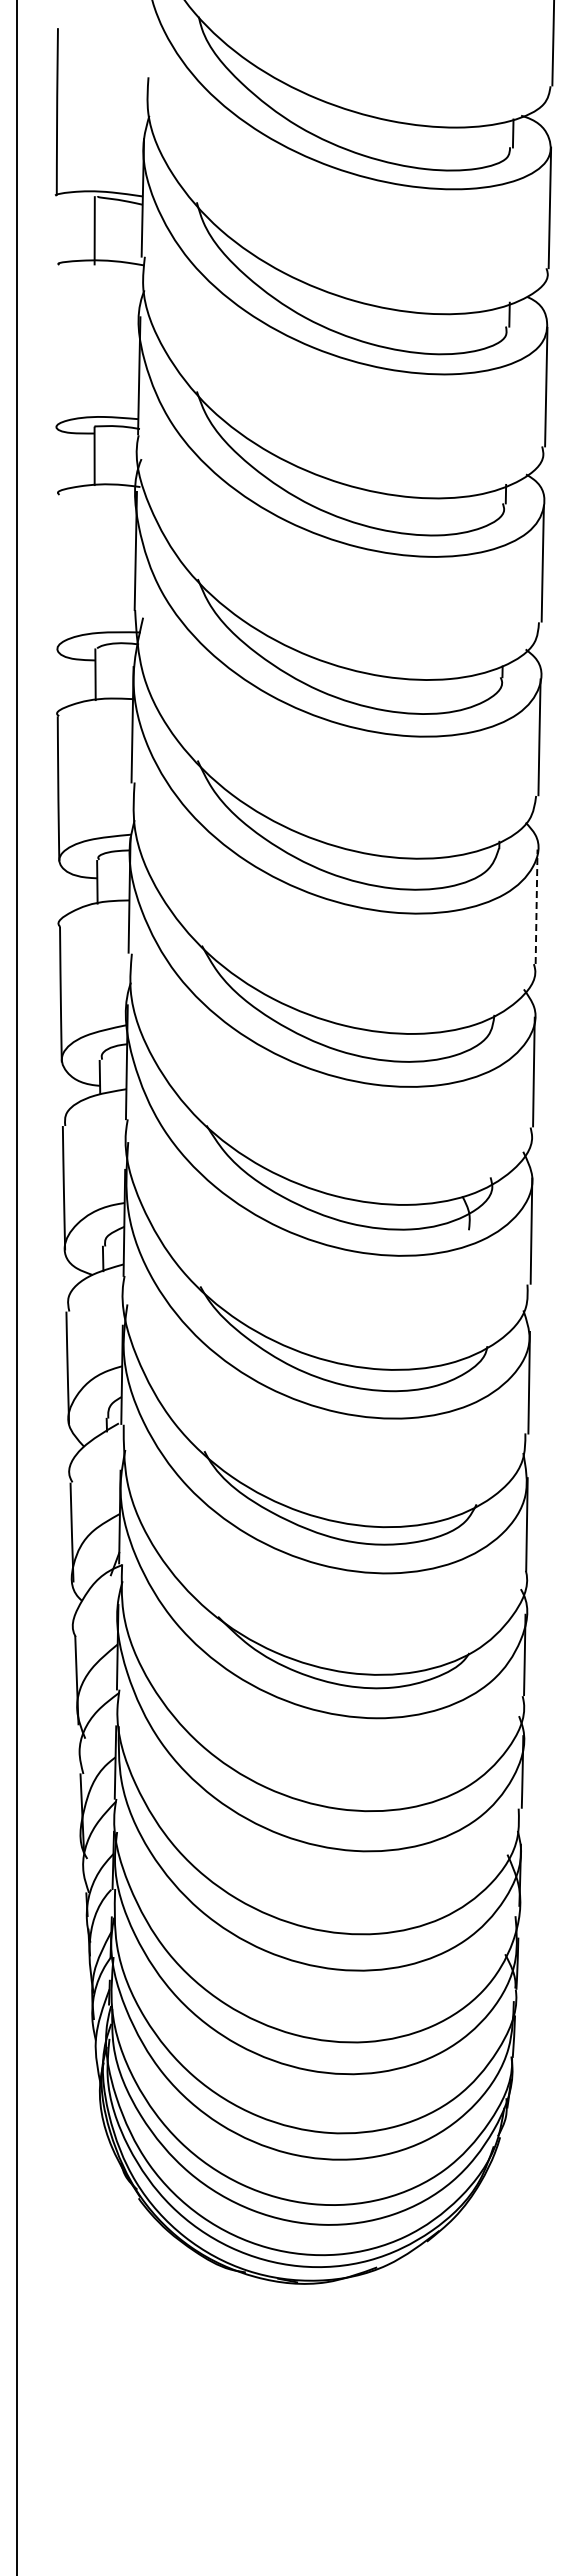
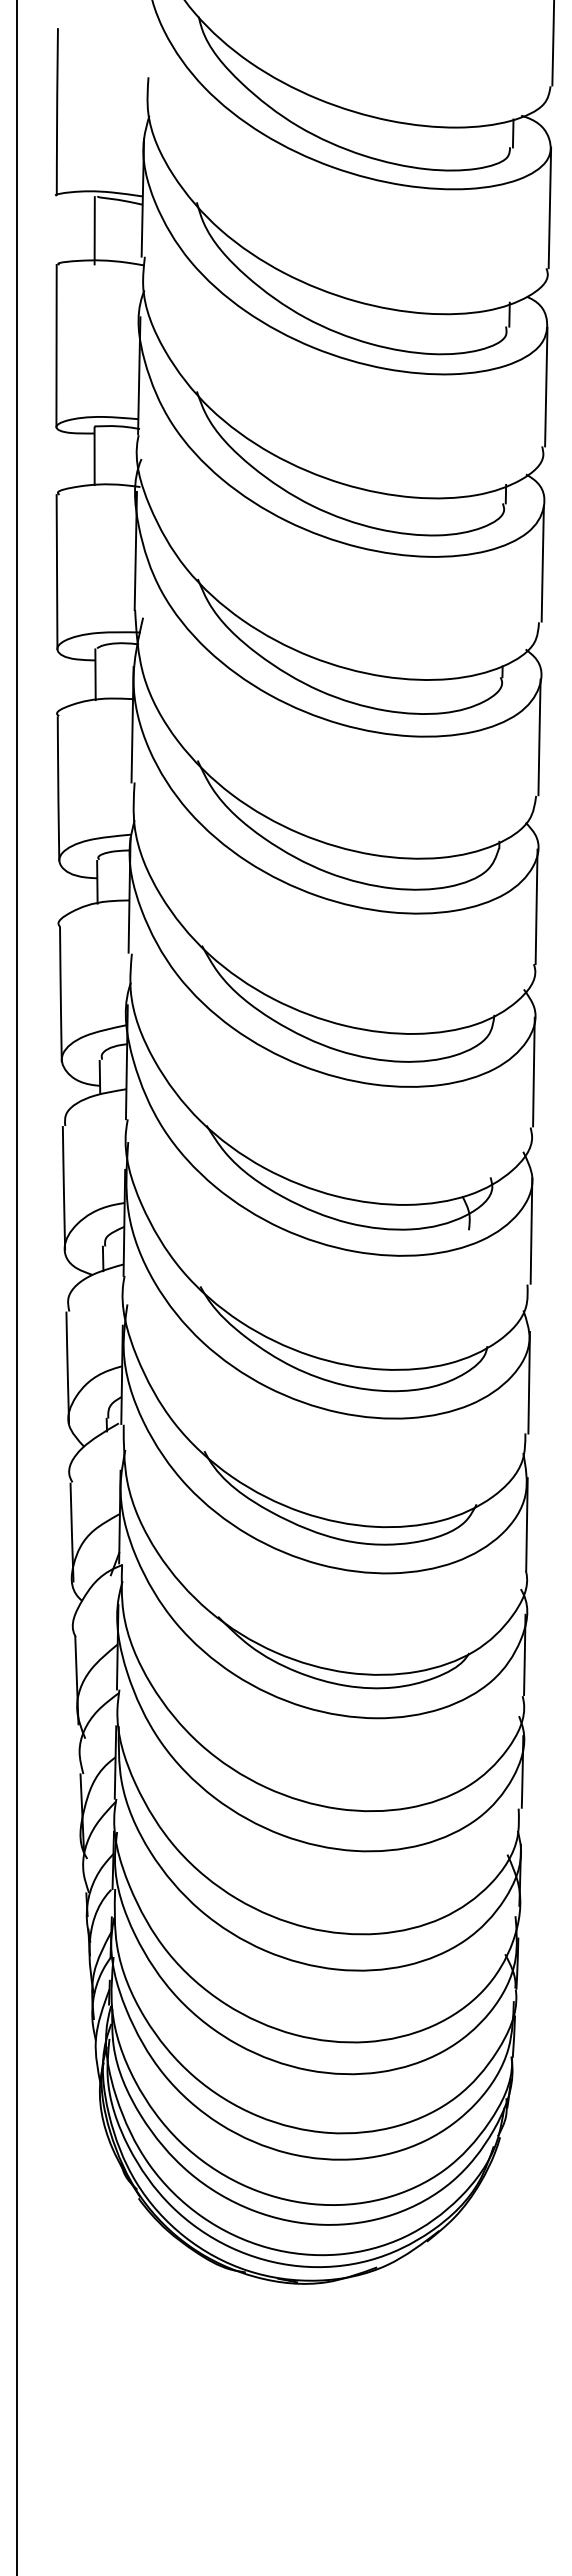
line at (56, 345): none -> present
line at (56, 572): none -> present
line at (536, 906): dashed -> solid
